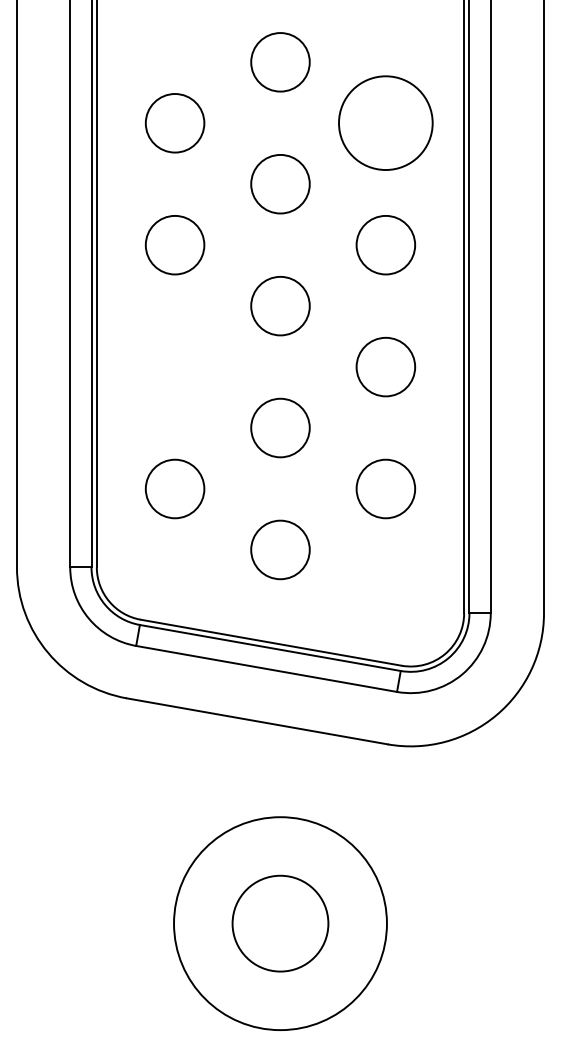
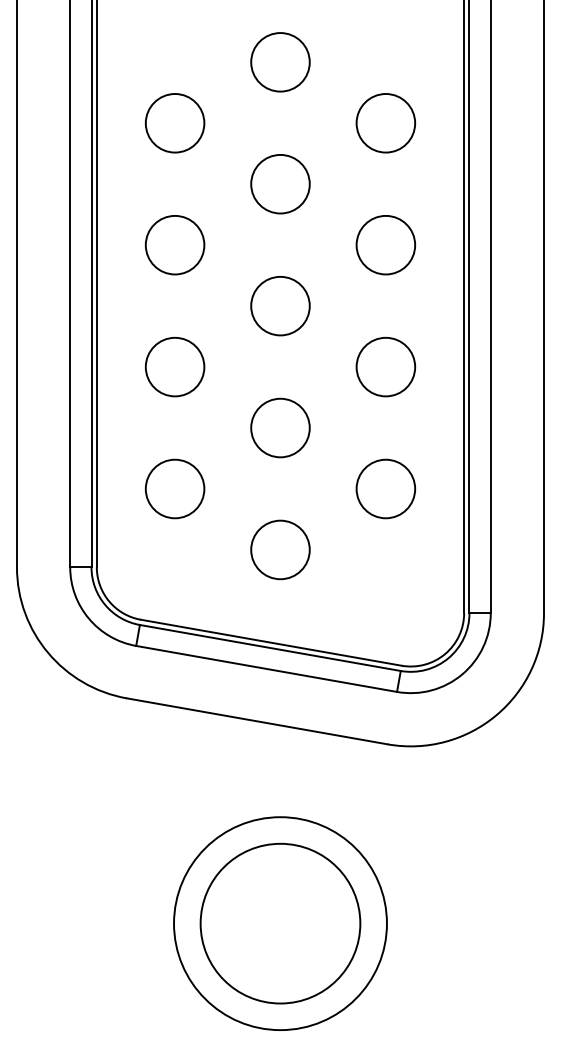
circle at (385, 122) size: 96x96 px -> 62x61 px
circle at (174, 366): none -> present
circle at (280, 923) diameter: 96 px -> 160 px
